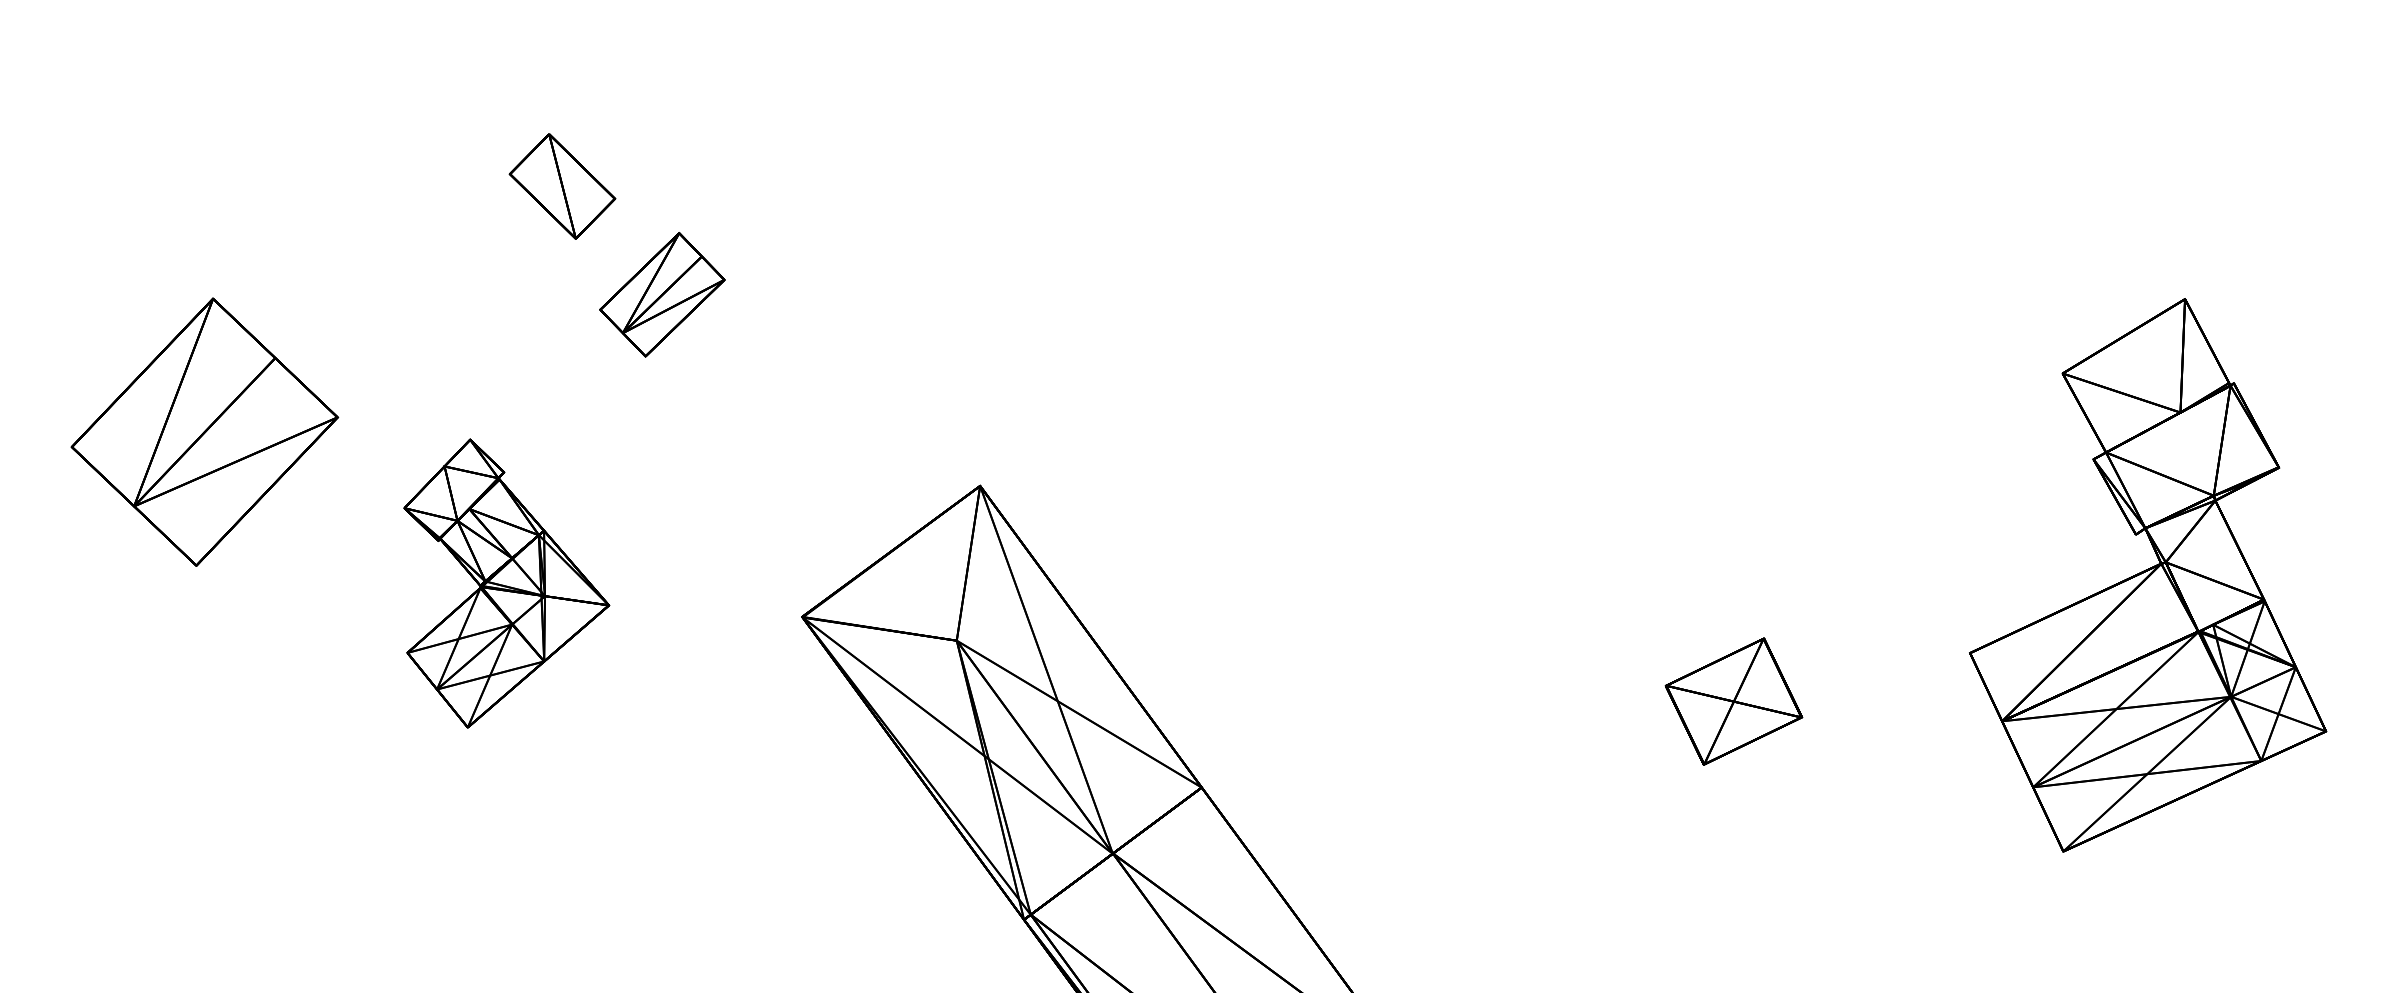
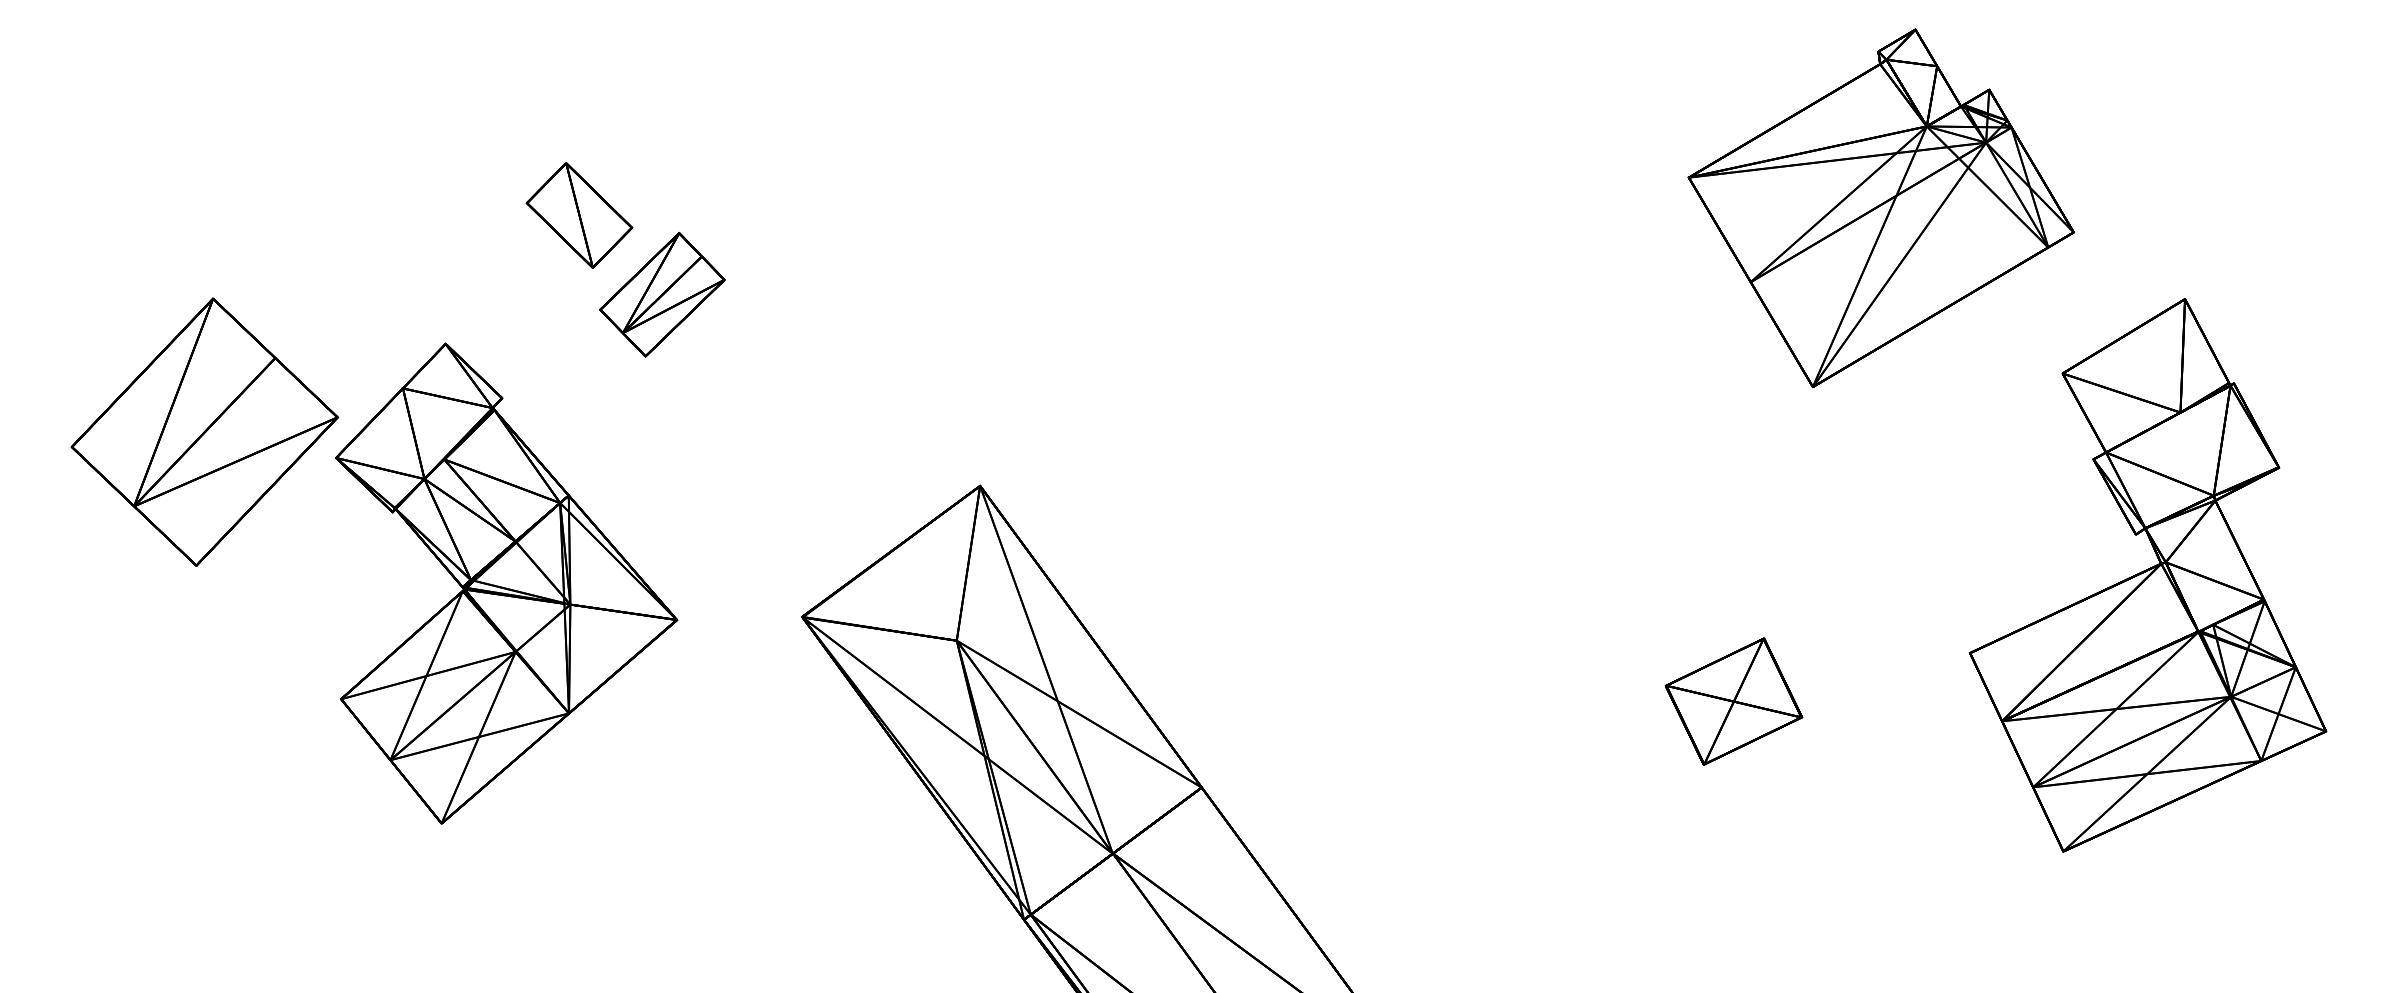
part at (562, 186) position: (562, 186) -> (579, 215)
part at (1880, 208): none -> present
part at (506, 583) size: 208x291 px -> 344x483 px
